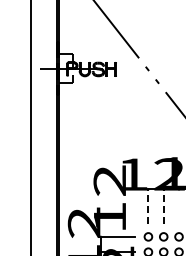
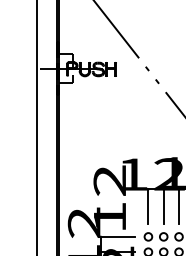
line at (31, 127) position: (31, 127) -> (37, 127)
line at (148, 206): dashed -> solid
line at (163, 206): dashed -> solid
line at (179, 206): none -> present
